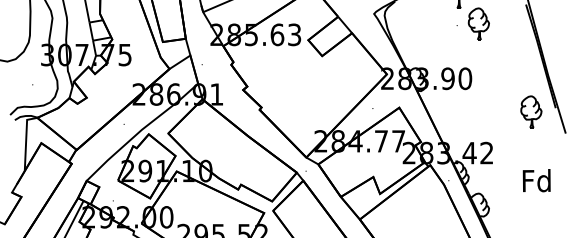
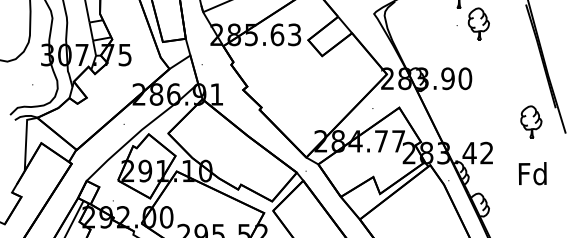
part at (531, 111) position: (531, 111) -> (531, 121)
text at (536, 180) position: (536, 180) -> (532, 173)
